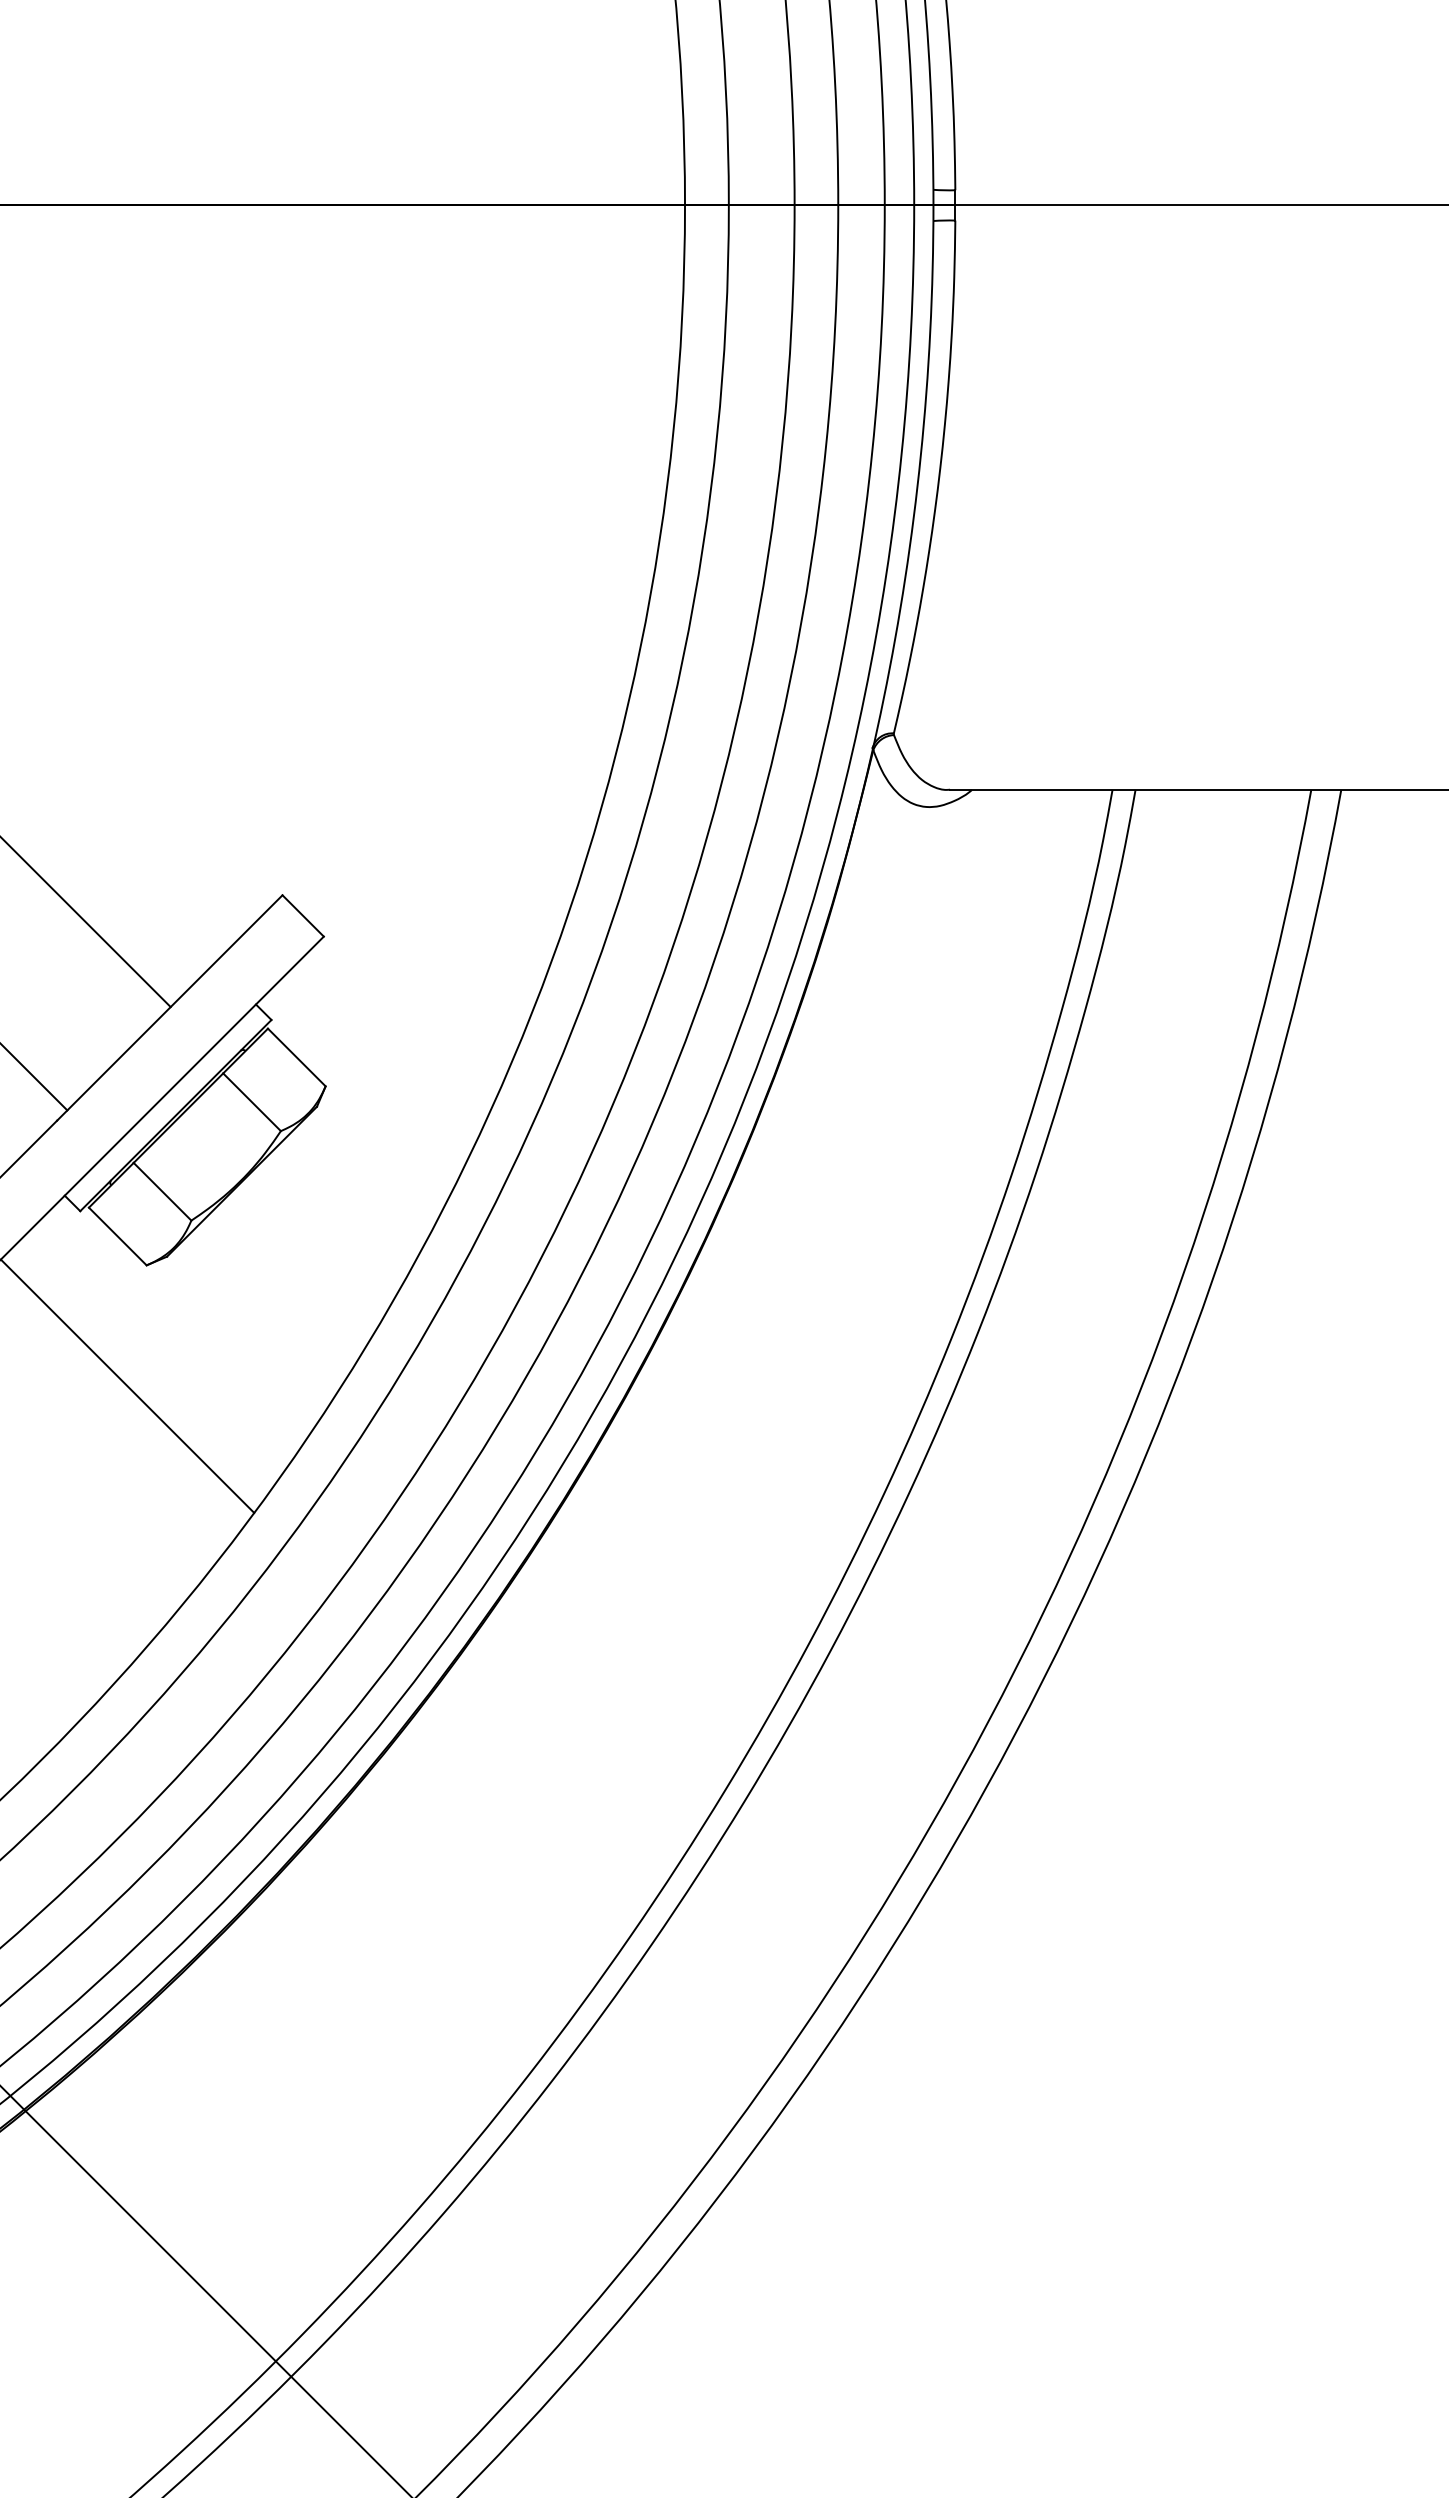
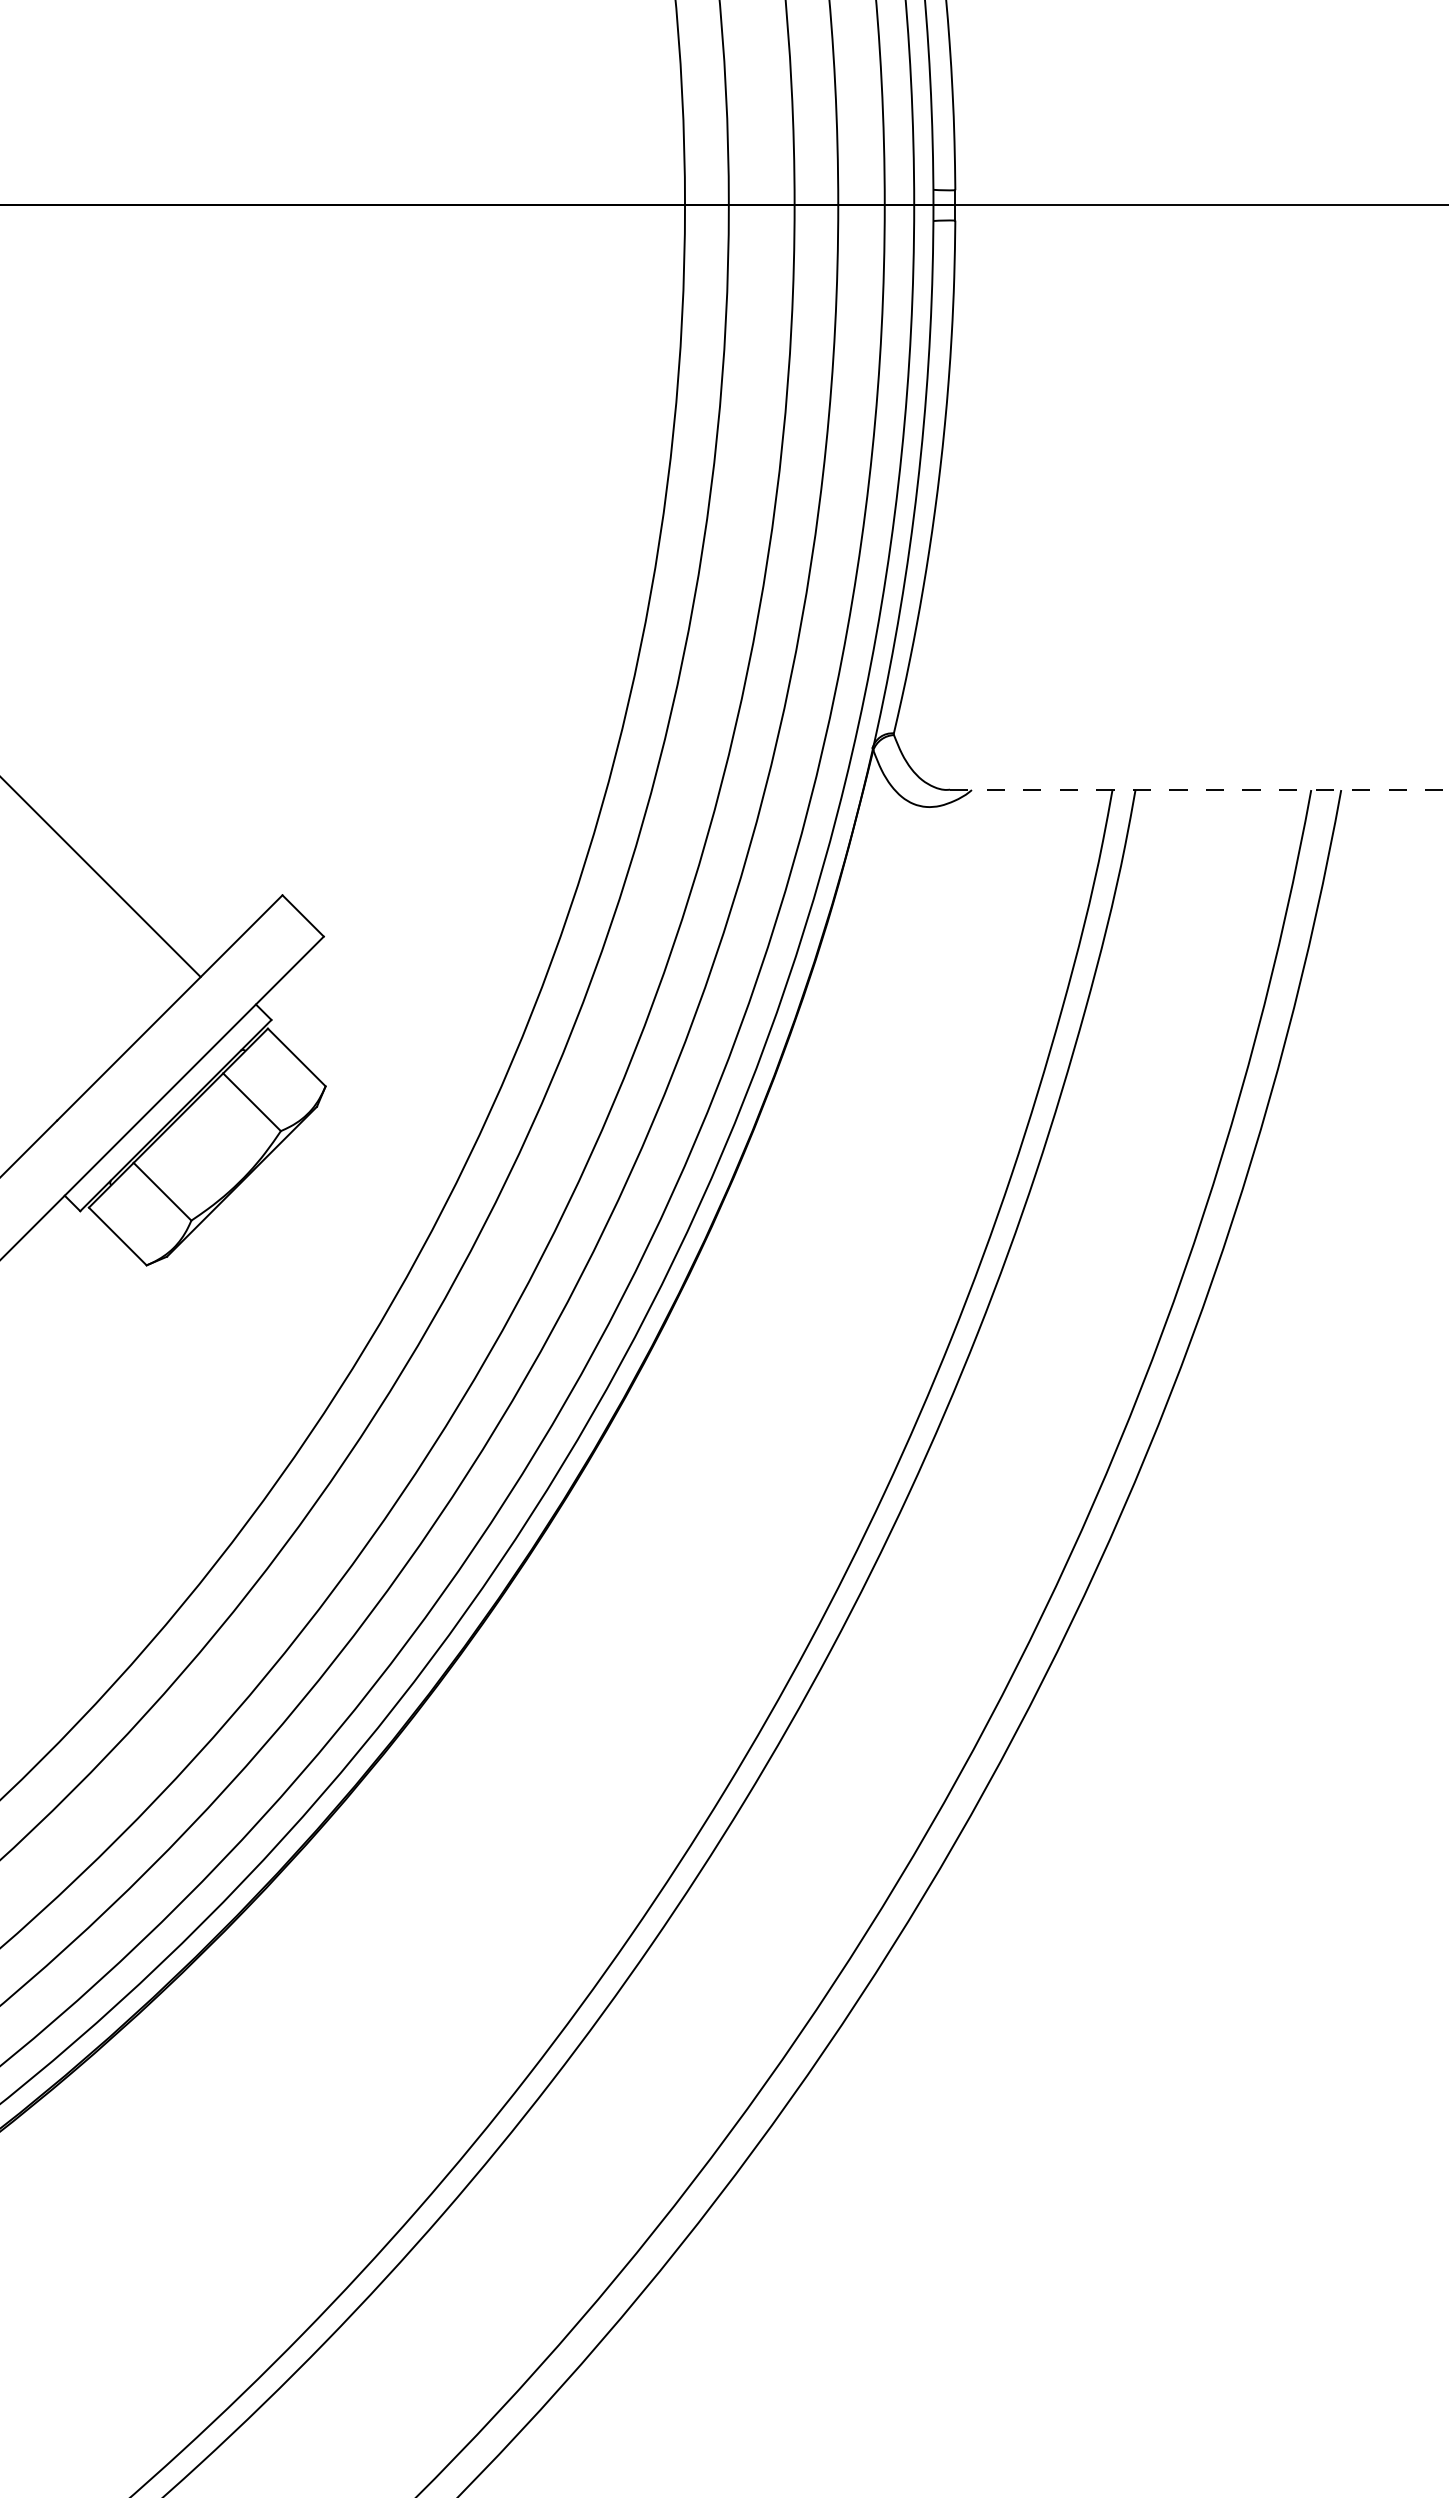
line at (1199, 790): solid -> dashed
line at (86, 922) position: (86, 922) -> (101, 878)
line at (34, 1077): present -> none
line at (128, 1386): present -> none
line at (205, 2290): present -> none
